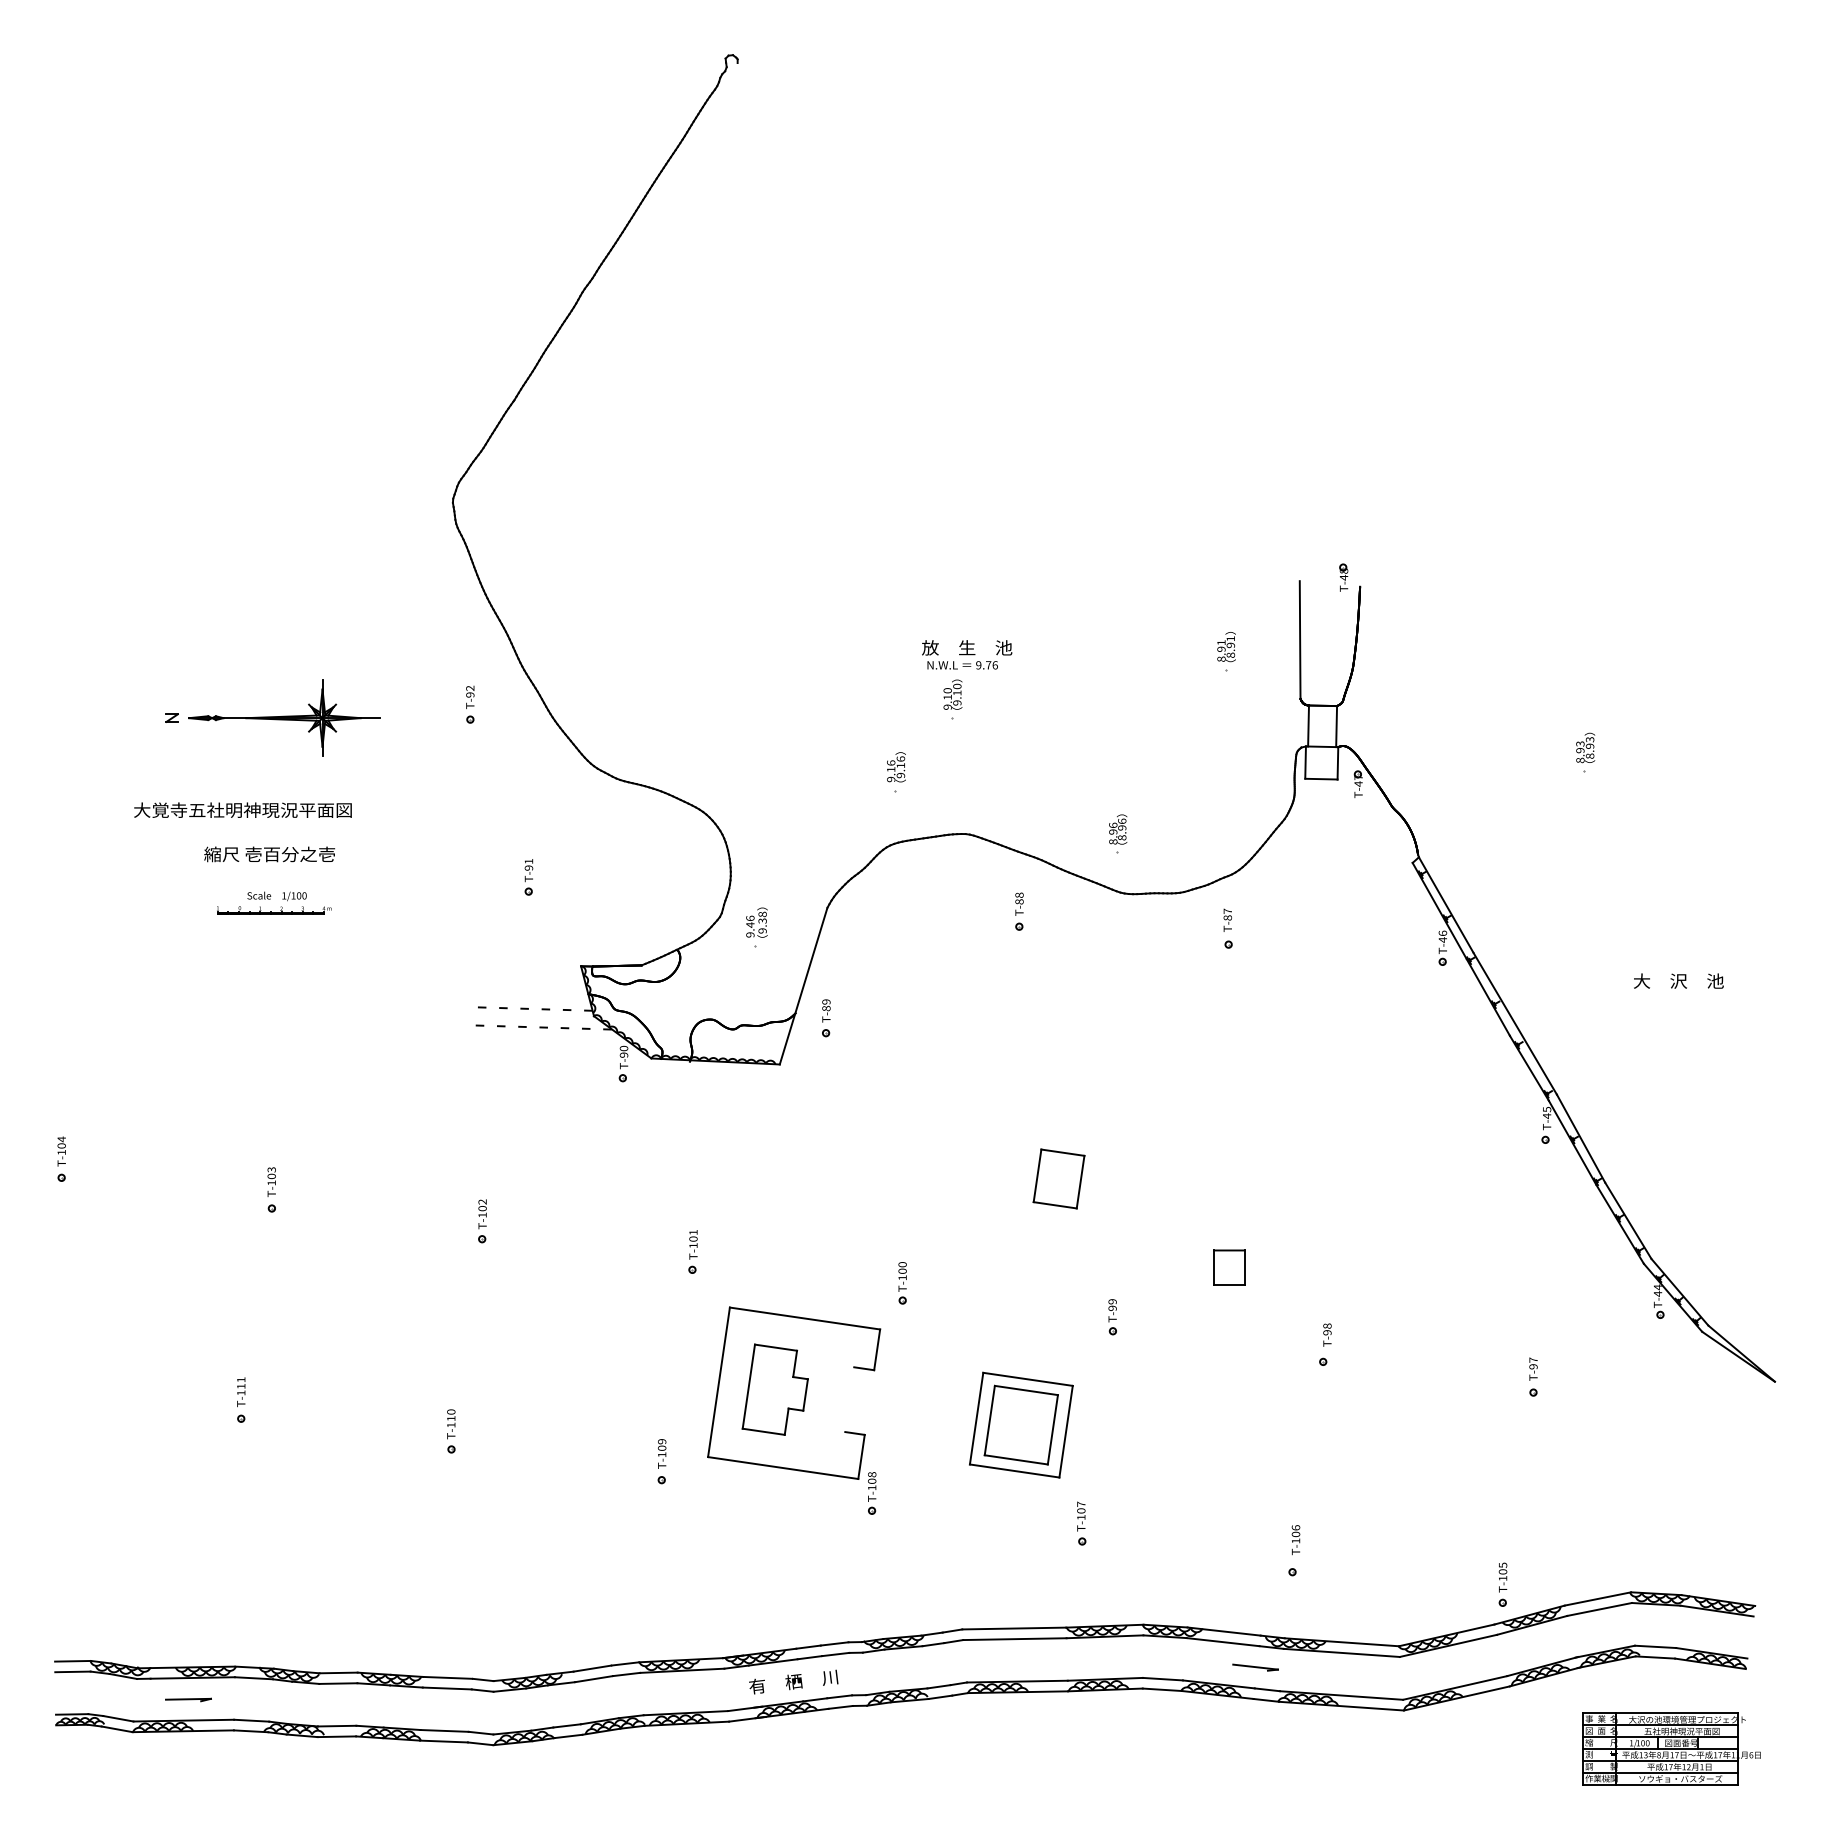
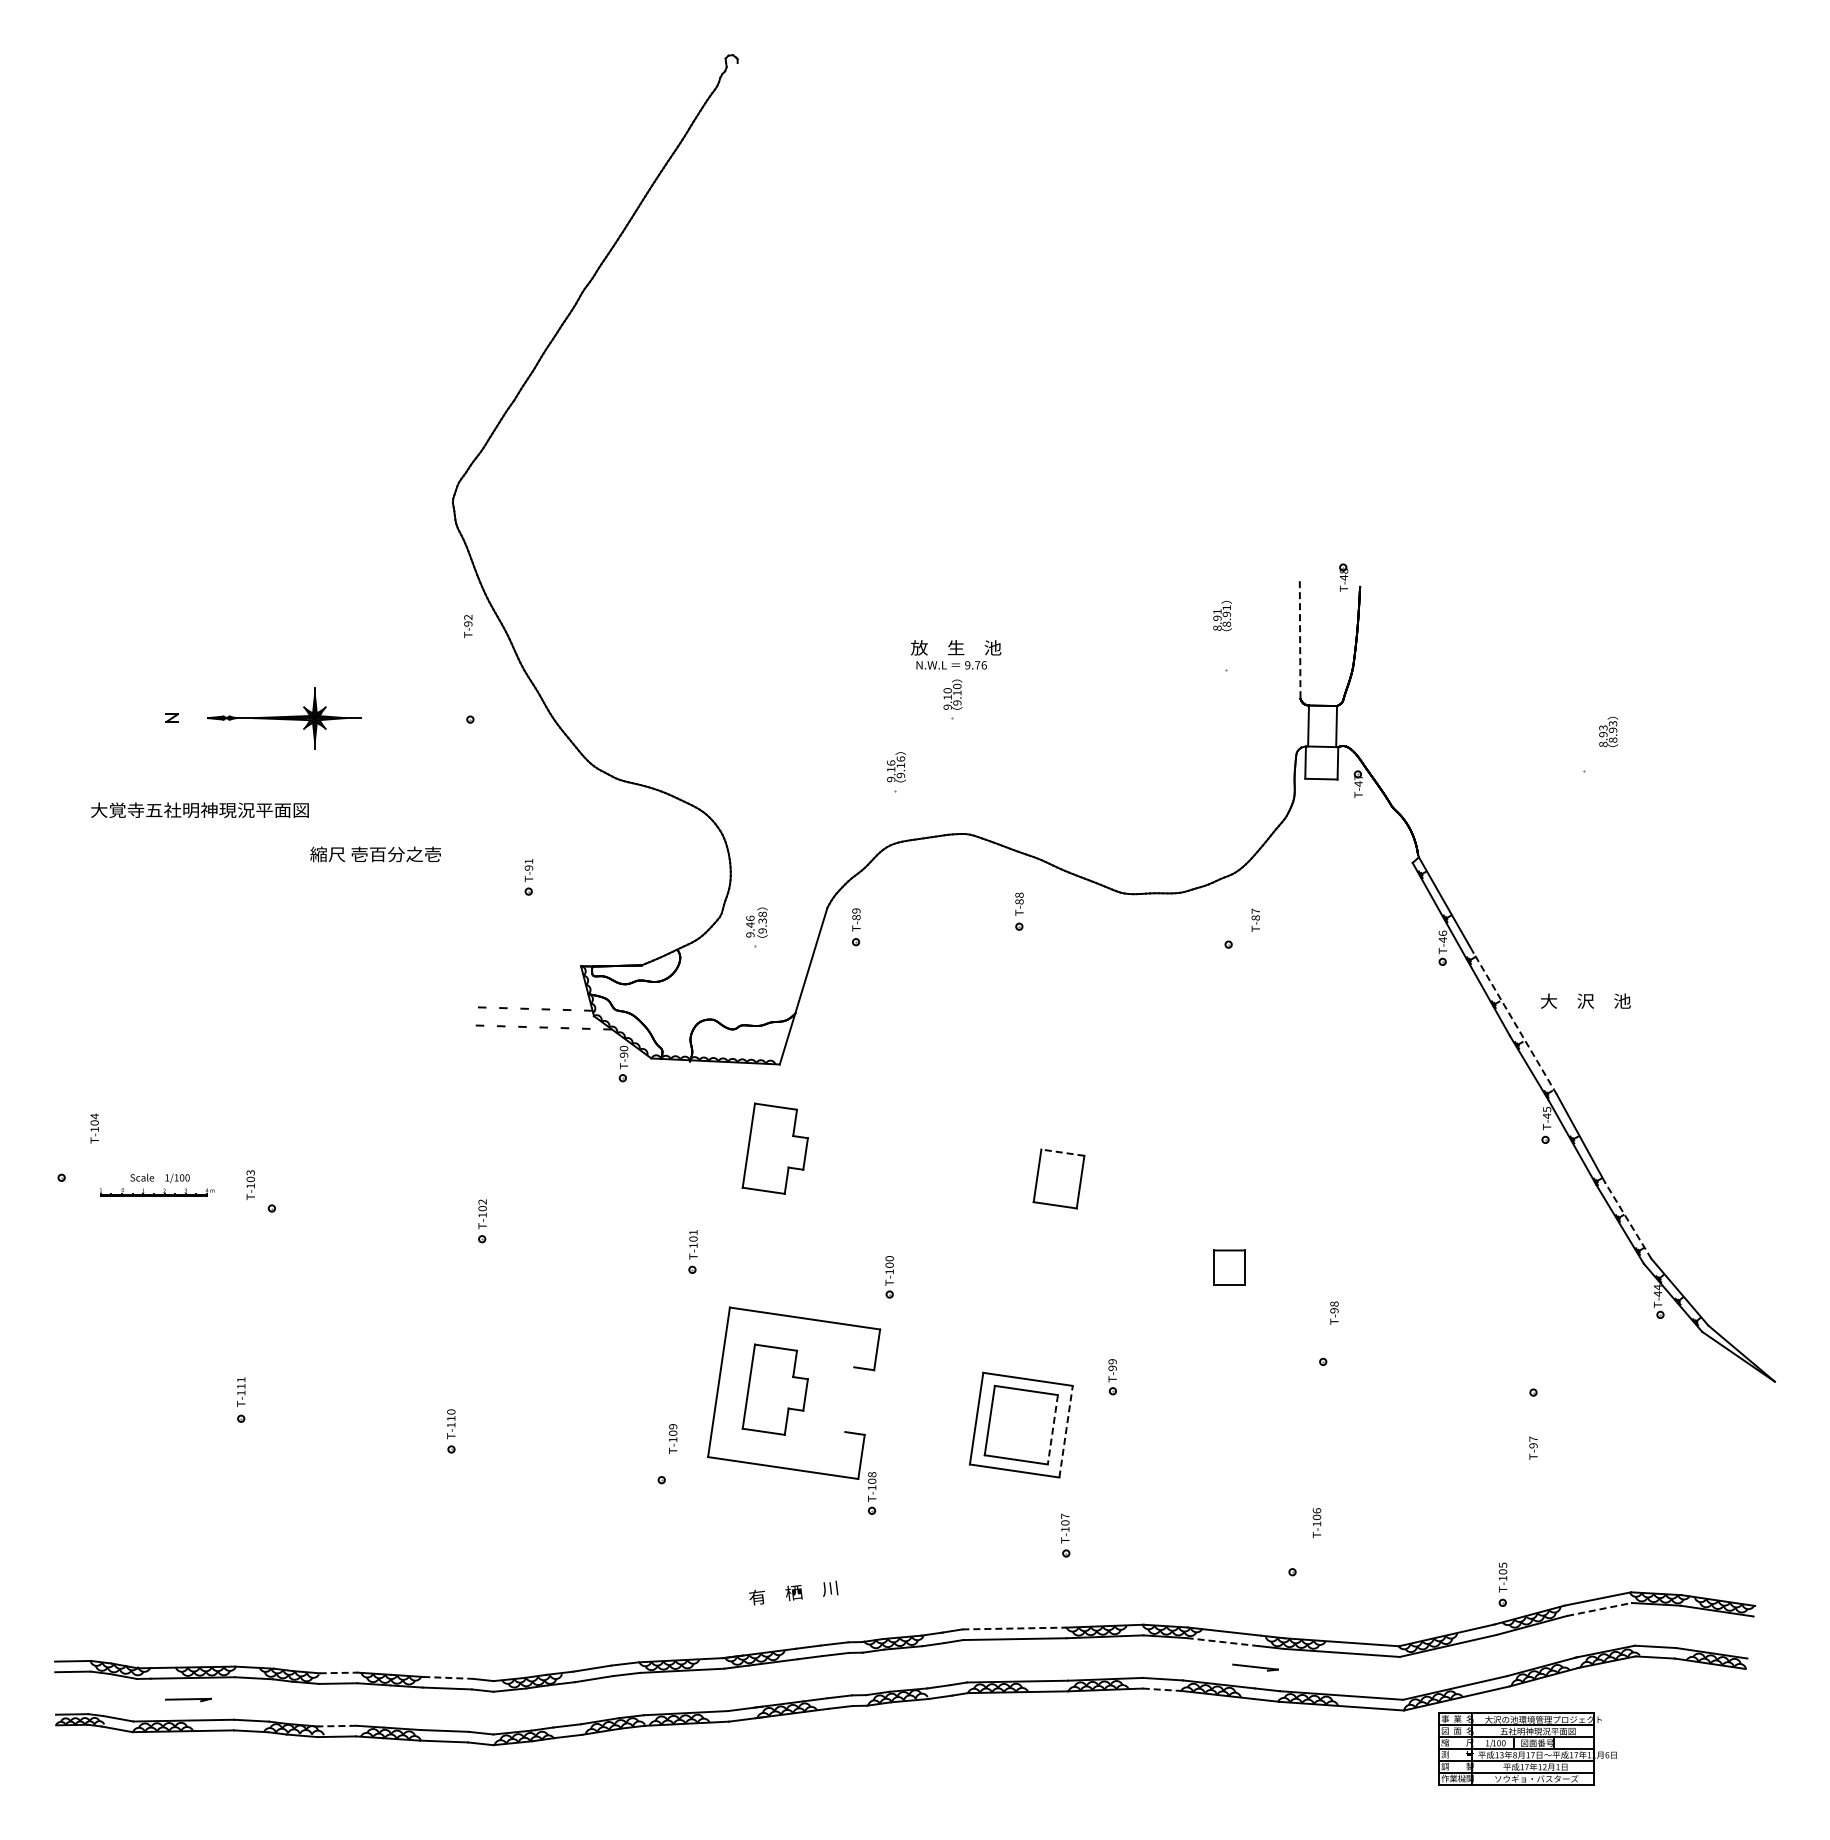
line at (1300, 640): solid -> dashed
text at (1226, 647) position: (1226, 647) -> (1222, 616)
text at (967, 654) position: (967, 654) -> (956, 654)
text at (470, 696) position: (470, 696) -> (468, 625)
part at (284, 717) size: 193x78 px -> 155x63 px
text at (1585, 747) position: (1585, 747) -> (1608, 731)
text at (242, 809) position: (242, 809) -> (199, 809)
part at (1118, 833): present -> none
text at (269, 854) position: (269, 854) -> (375, 854)
part at (274, 902) position: (274, 902) -> (157, 1184)
text at (1227, 919) position: (1227, 919) -> (1255, 919)
text at (1678, 980) position: (1678, 980) -> (1585, 1000)
part at (826, 1018) position: (826, 1018) -> (856, 927)
line at (1514, 1023): solid -> dashed
part at (774, 1148): none -> present
text at (61, 1151) position: (61, 1151) -> (94, 1128)
line at (1062, 1152): solid -> dashed
text at (271, 1181) position: (271, 1181) -> (250, 1184)
line at (1628, 1220): solid -> dashed
part at (902, 1283) position: (902, 1283) -> (889, 1277)
part at (1112, 1317) position: (1112, 1317) -> (1112, 1377)
text at (1327, 1334) position: (1327, 1334) -> (1334, 1312)
text at (1533, 1368) position: (1533, 1368) -> (1533, 1447)
line at (1052, 1430): solid -> dashed
line at (1066, 1431): solid -> dashed
text at (662, 1453) position: (662, 1453) -> (673, 1438)
part at (1081, 1523) position: (1081, 1523) -> (1065, 1535)
text at (1295, 1540) position: (1295, 1540) -> (1316, 1523)
line at (1599, 1609): solid -> dashed
line at (1014, 1628): solid -> dashed
line at (1223, 1642): solid -> dashed
line at (338, 1672): solid -> dashed
line at (448, 1677): solid -> dashed
text at (793, 1681) position: (793, 1681) -> (793, 1592)
line at (1162, 1689): solid -> dashed
line at (336, 1726): solid -> dashed
part at (1671, 1748) position: (1671, 1748) -> (1527, 1748)
